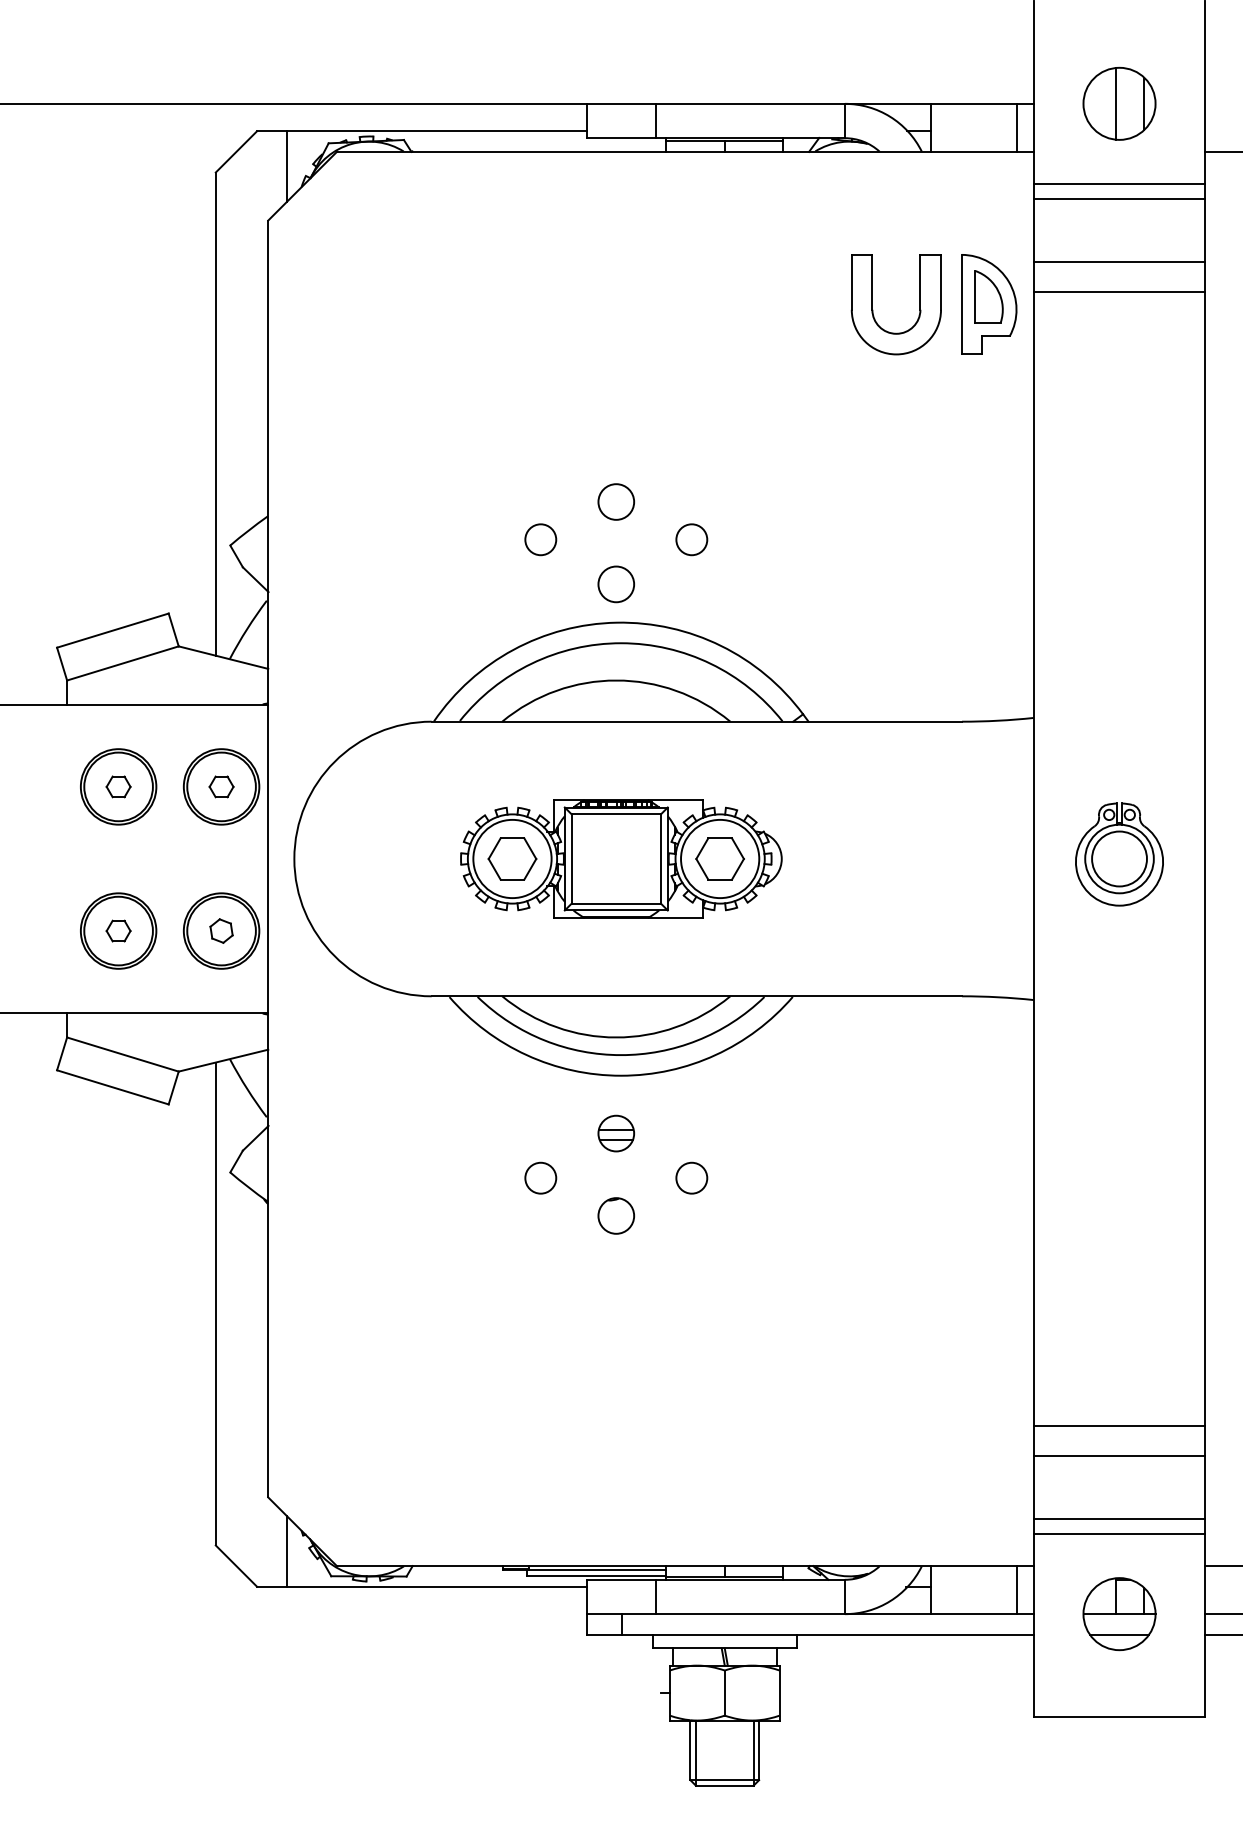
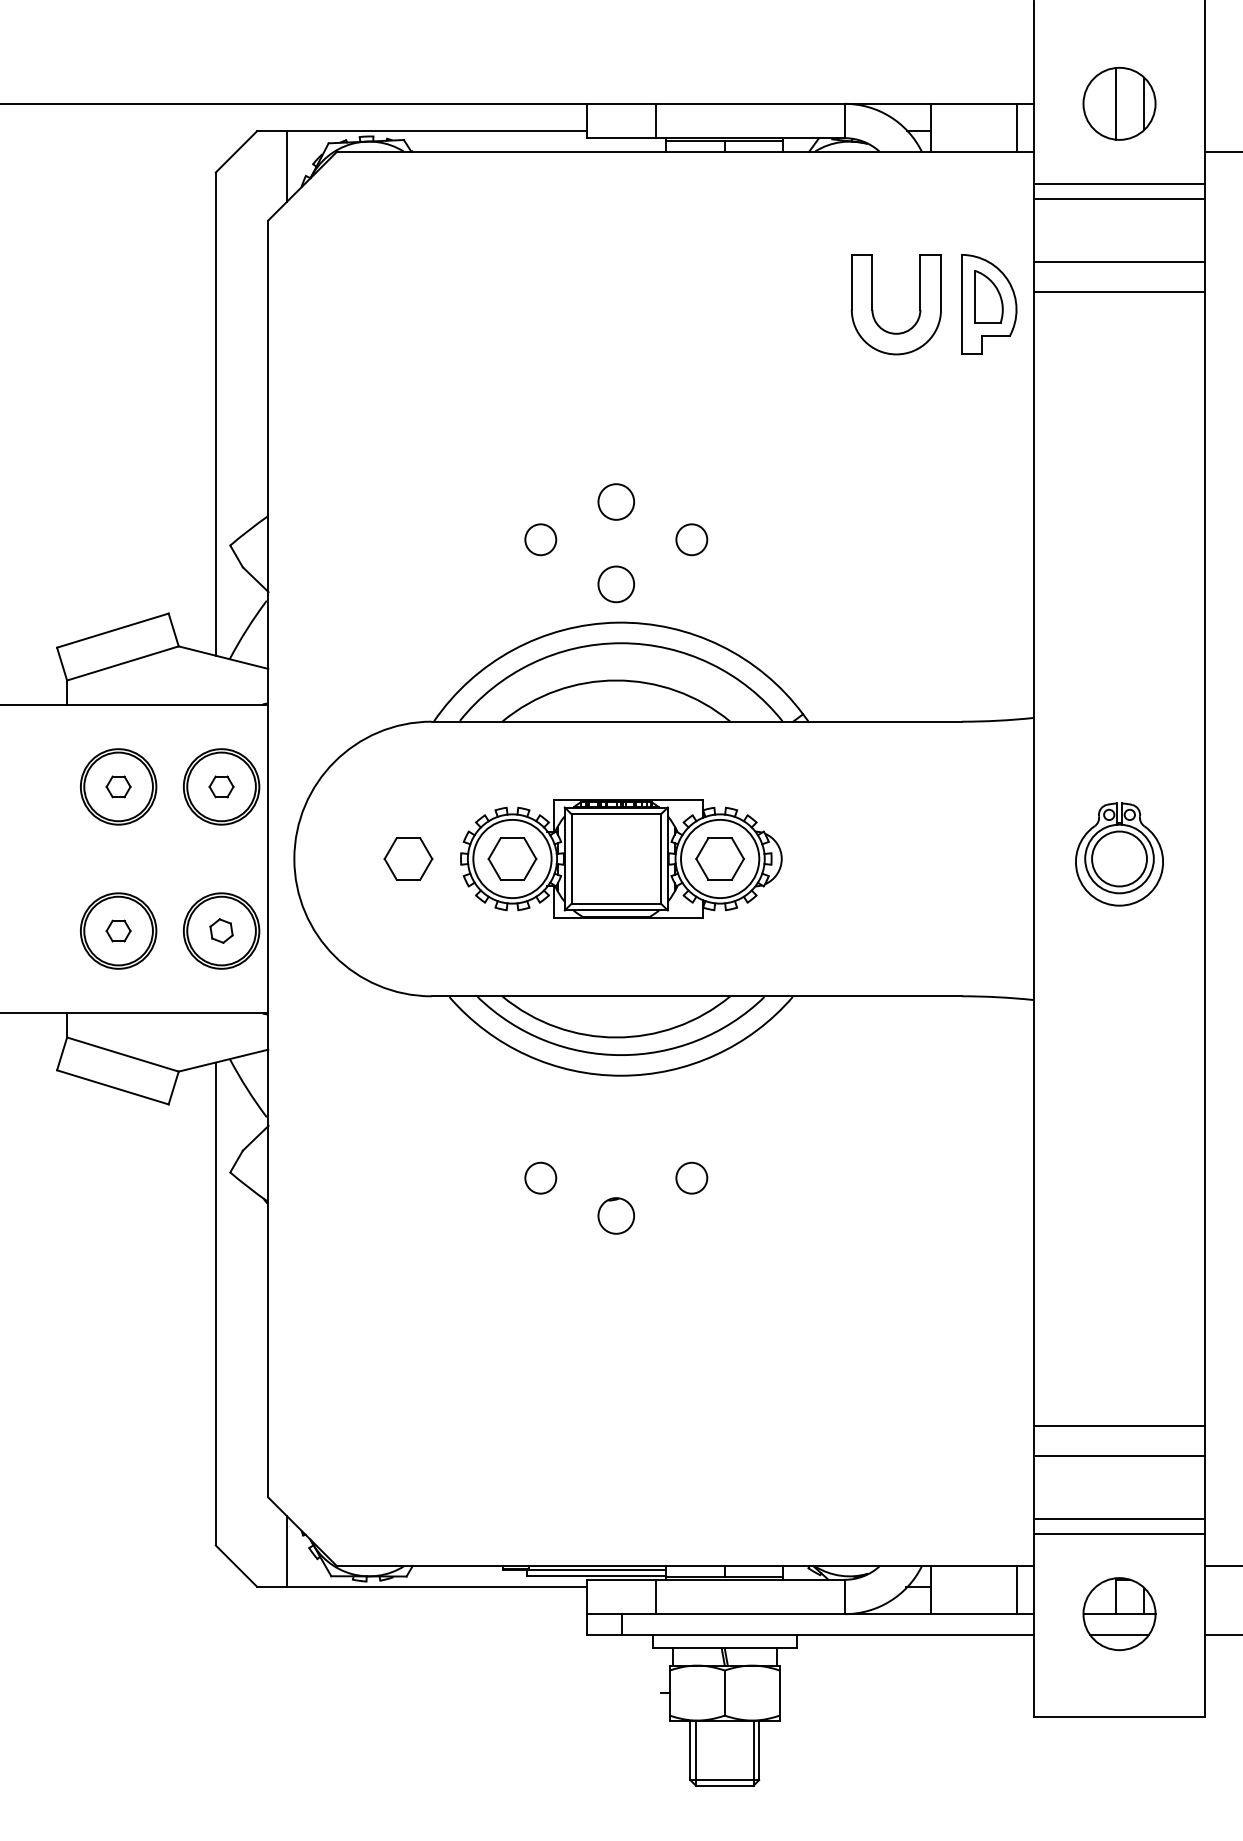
part at (408, 858): none -> present
part at (615, 1133): present -> none
line at (1222, 1614): present -> none
